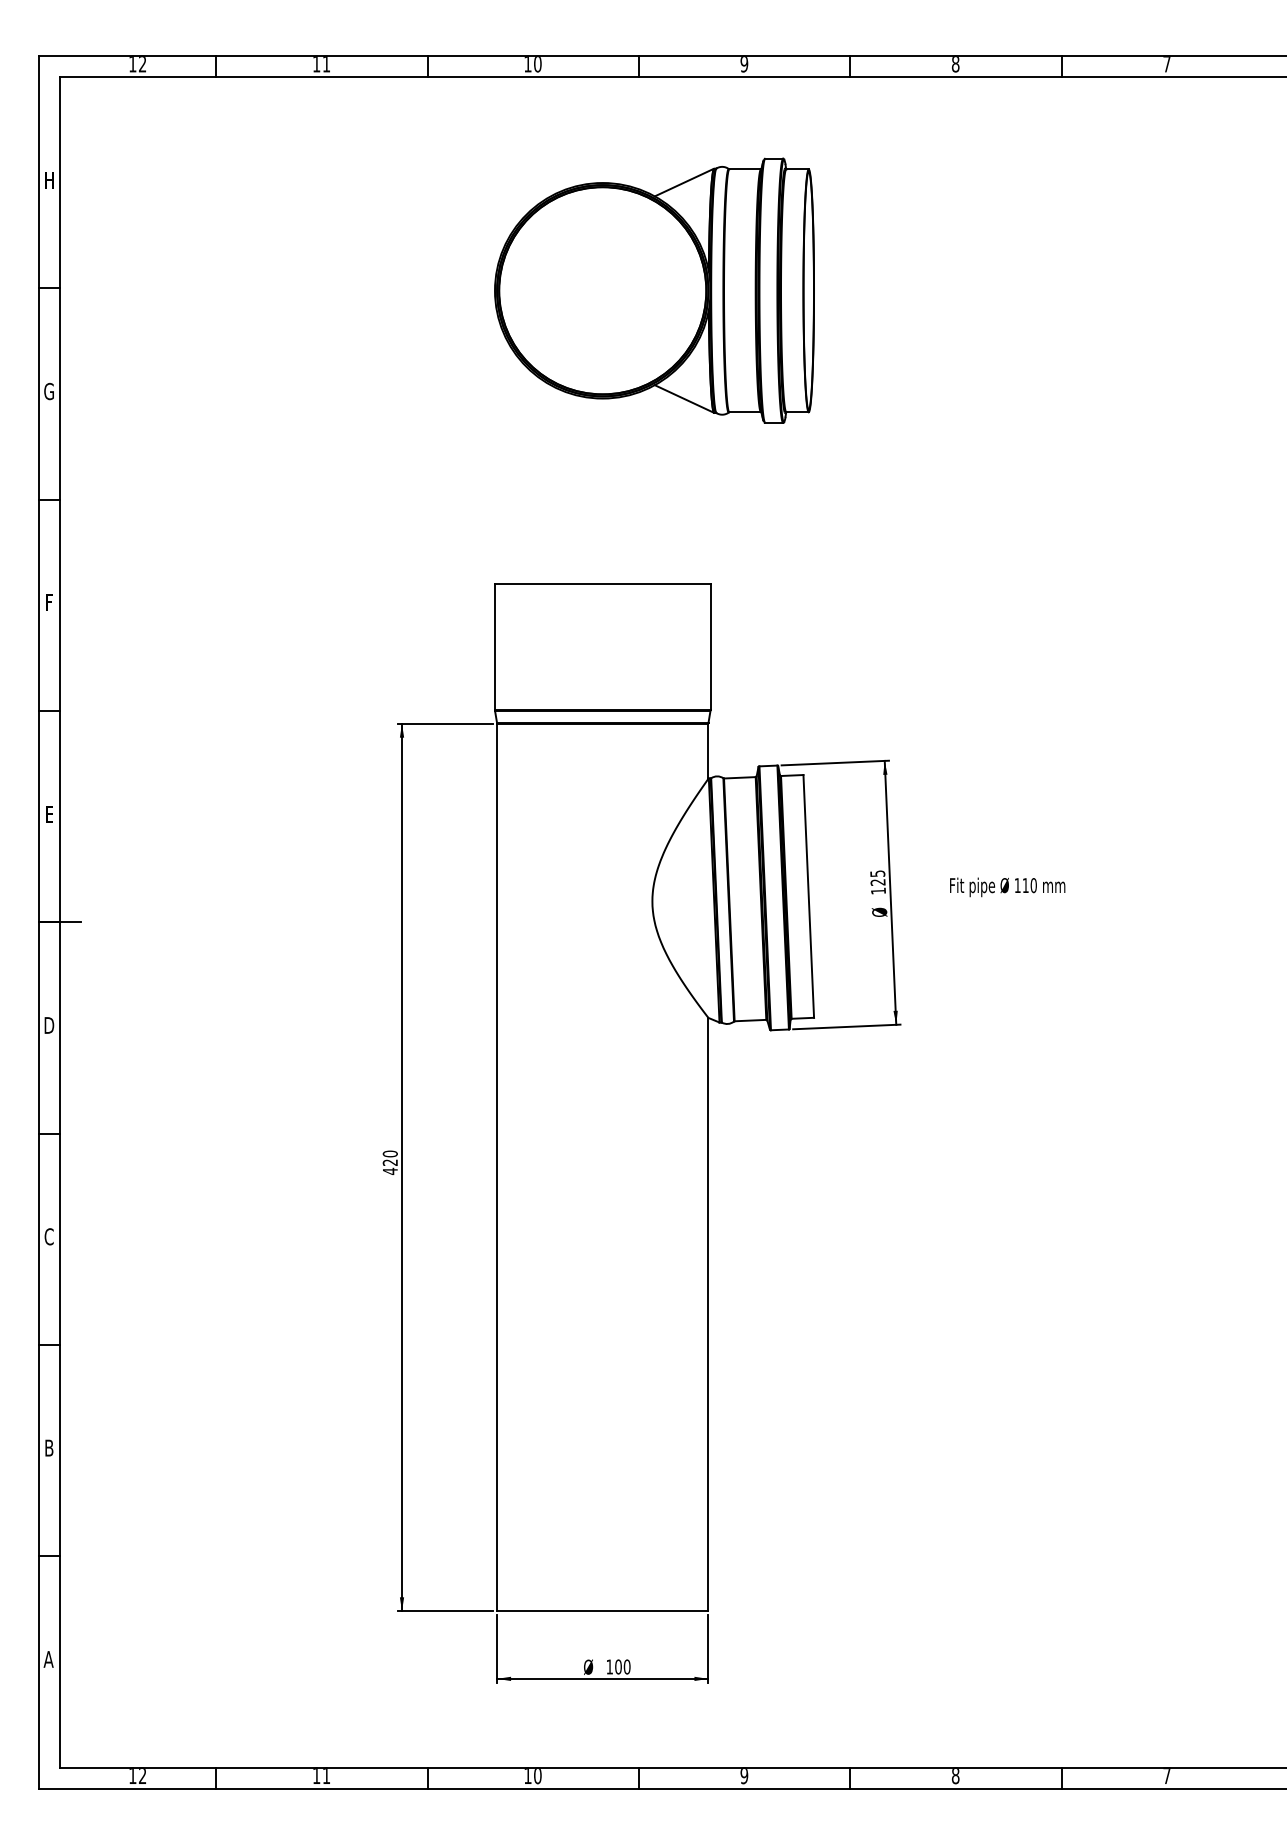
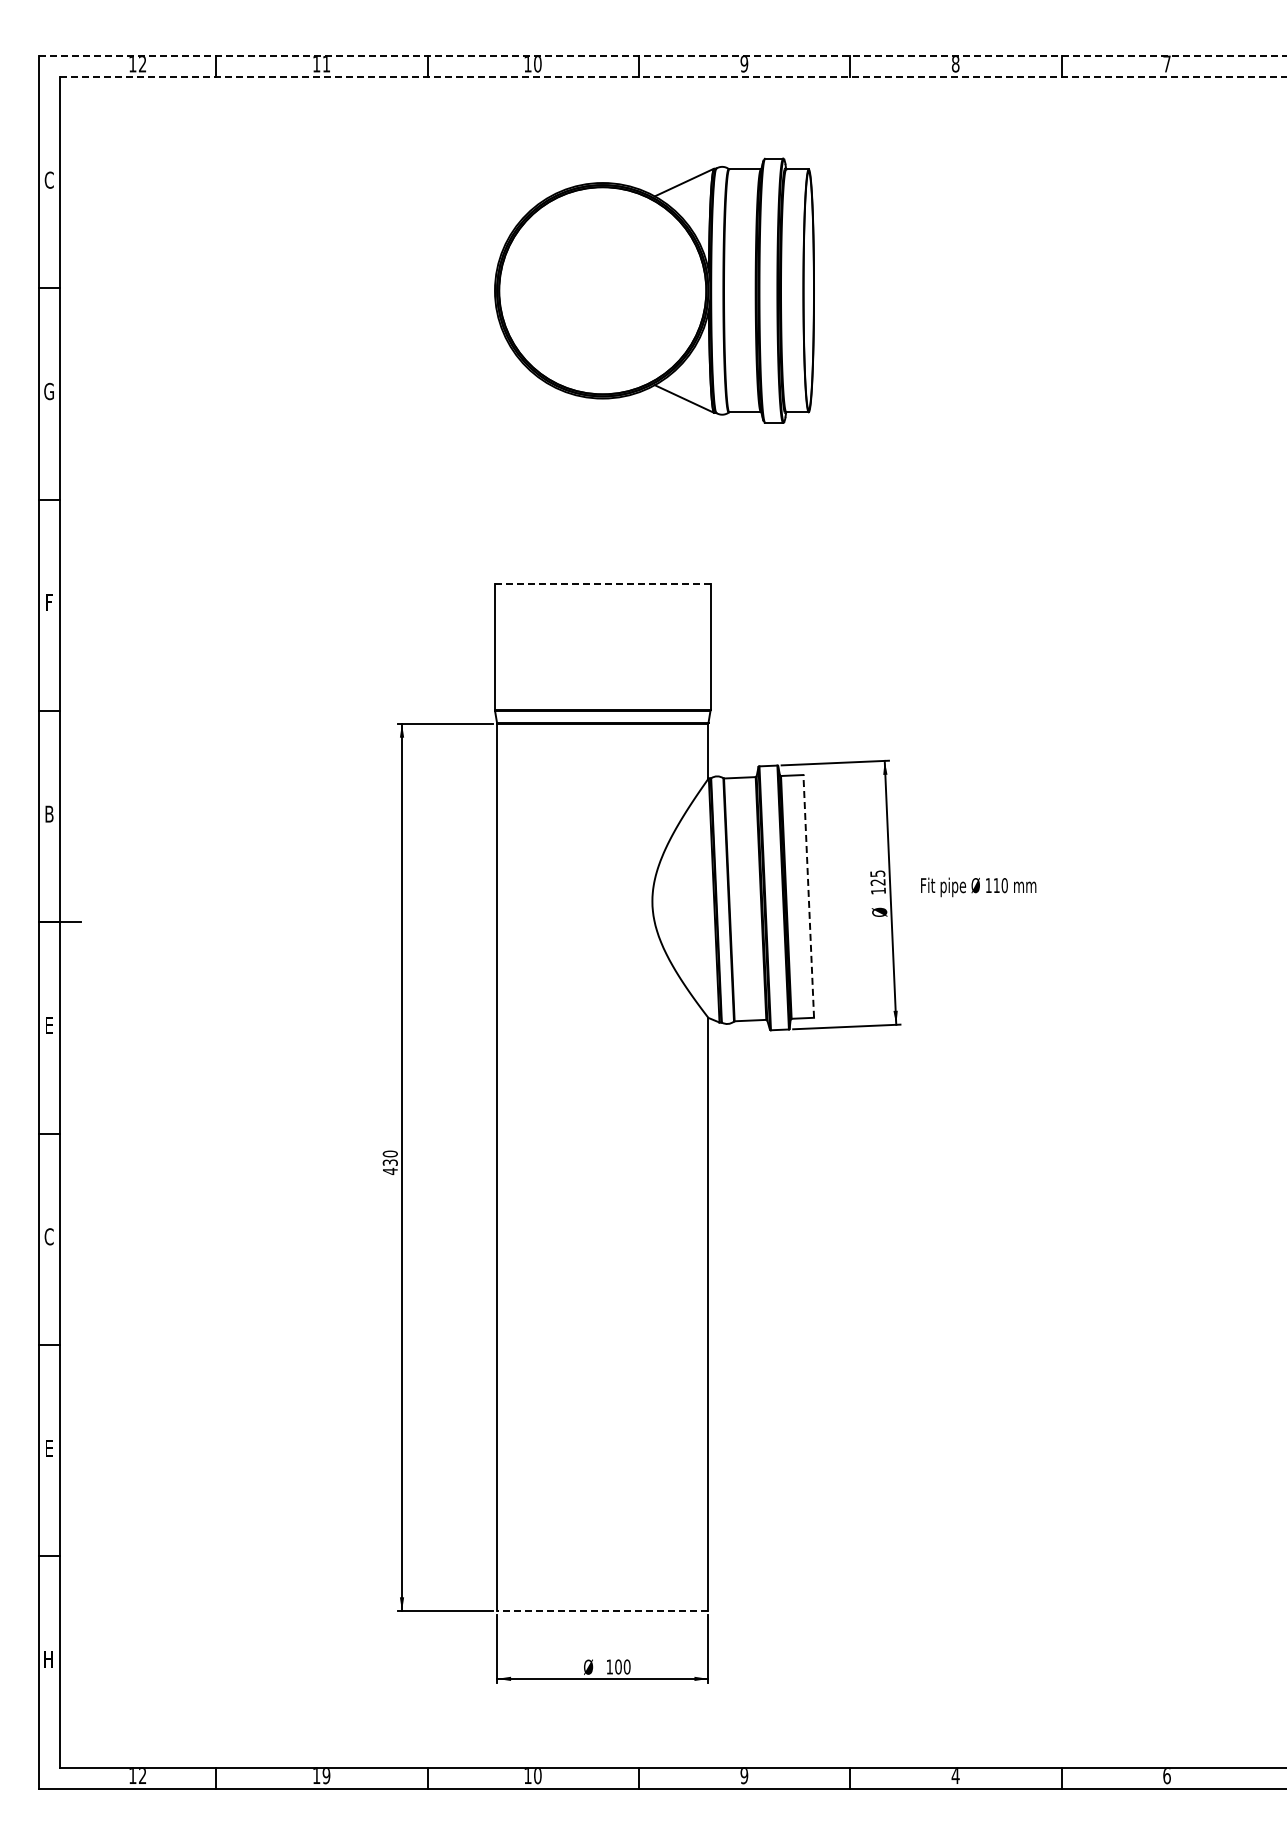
line at (662, 55): solid -> dashed
line at (673, 77): solid -> dashed
text at (48, 179): H -> C
line at (602, 583): solid -> dashed
text at (49, 813): E -> B
text at (1007, 887) position: (1007, 887) -> (978, 887)
line at (808, 896): solid -> dashed
text at (49, 1025): D -> E
text at (390, 1162): 420 -> 430
text at (49, 1447): B -> E
line at (602, 1611): solid -> dashed
text at (48, 1659): A -> H
text at (326, 1776): 11 -> 19
text at (955, 1776): 8 -> 4
text at (1166, 1776): 7 -> 6
